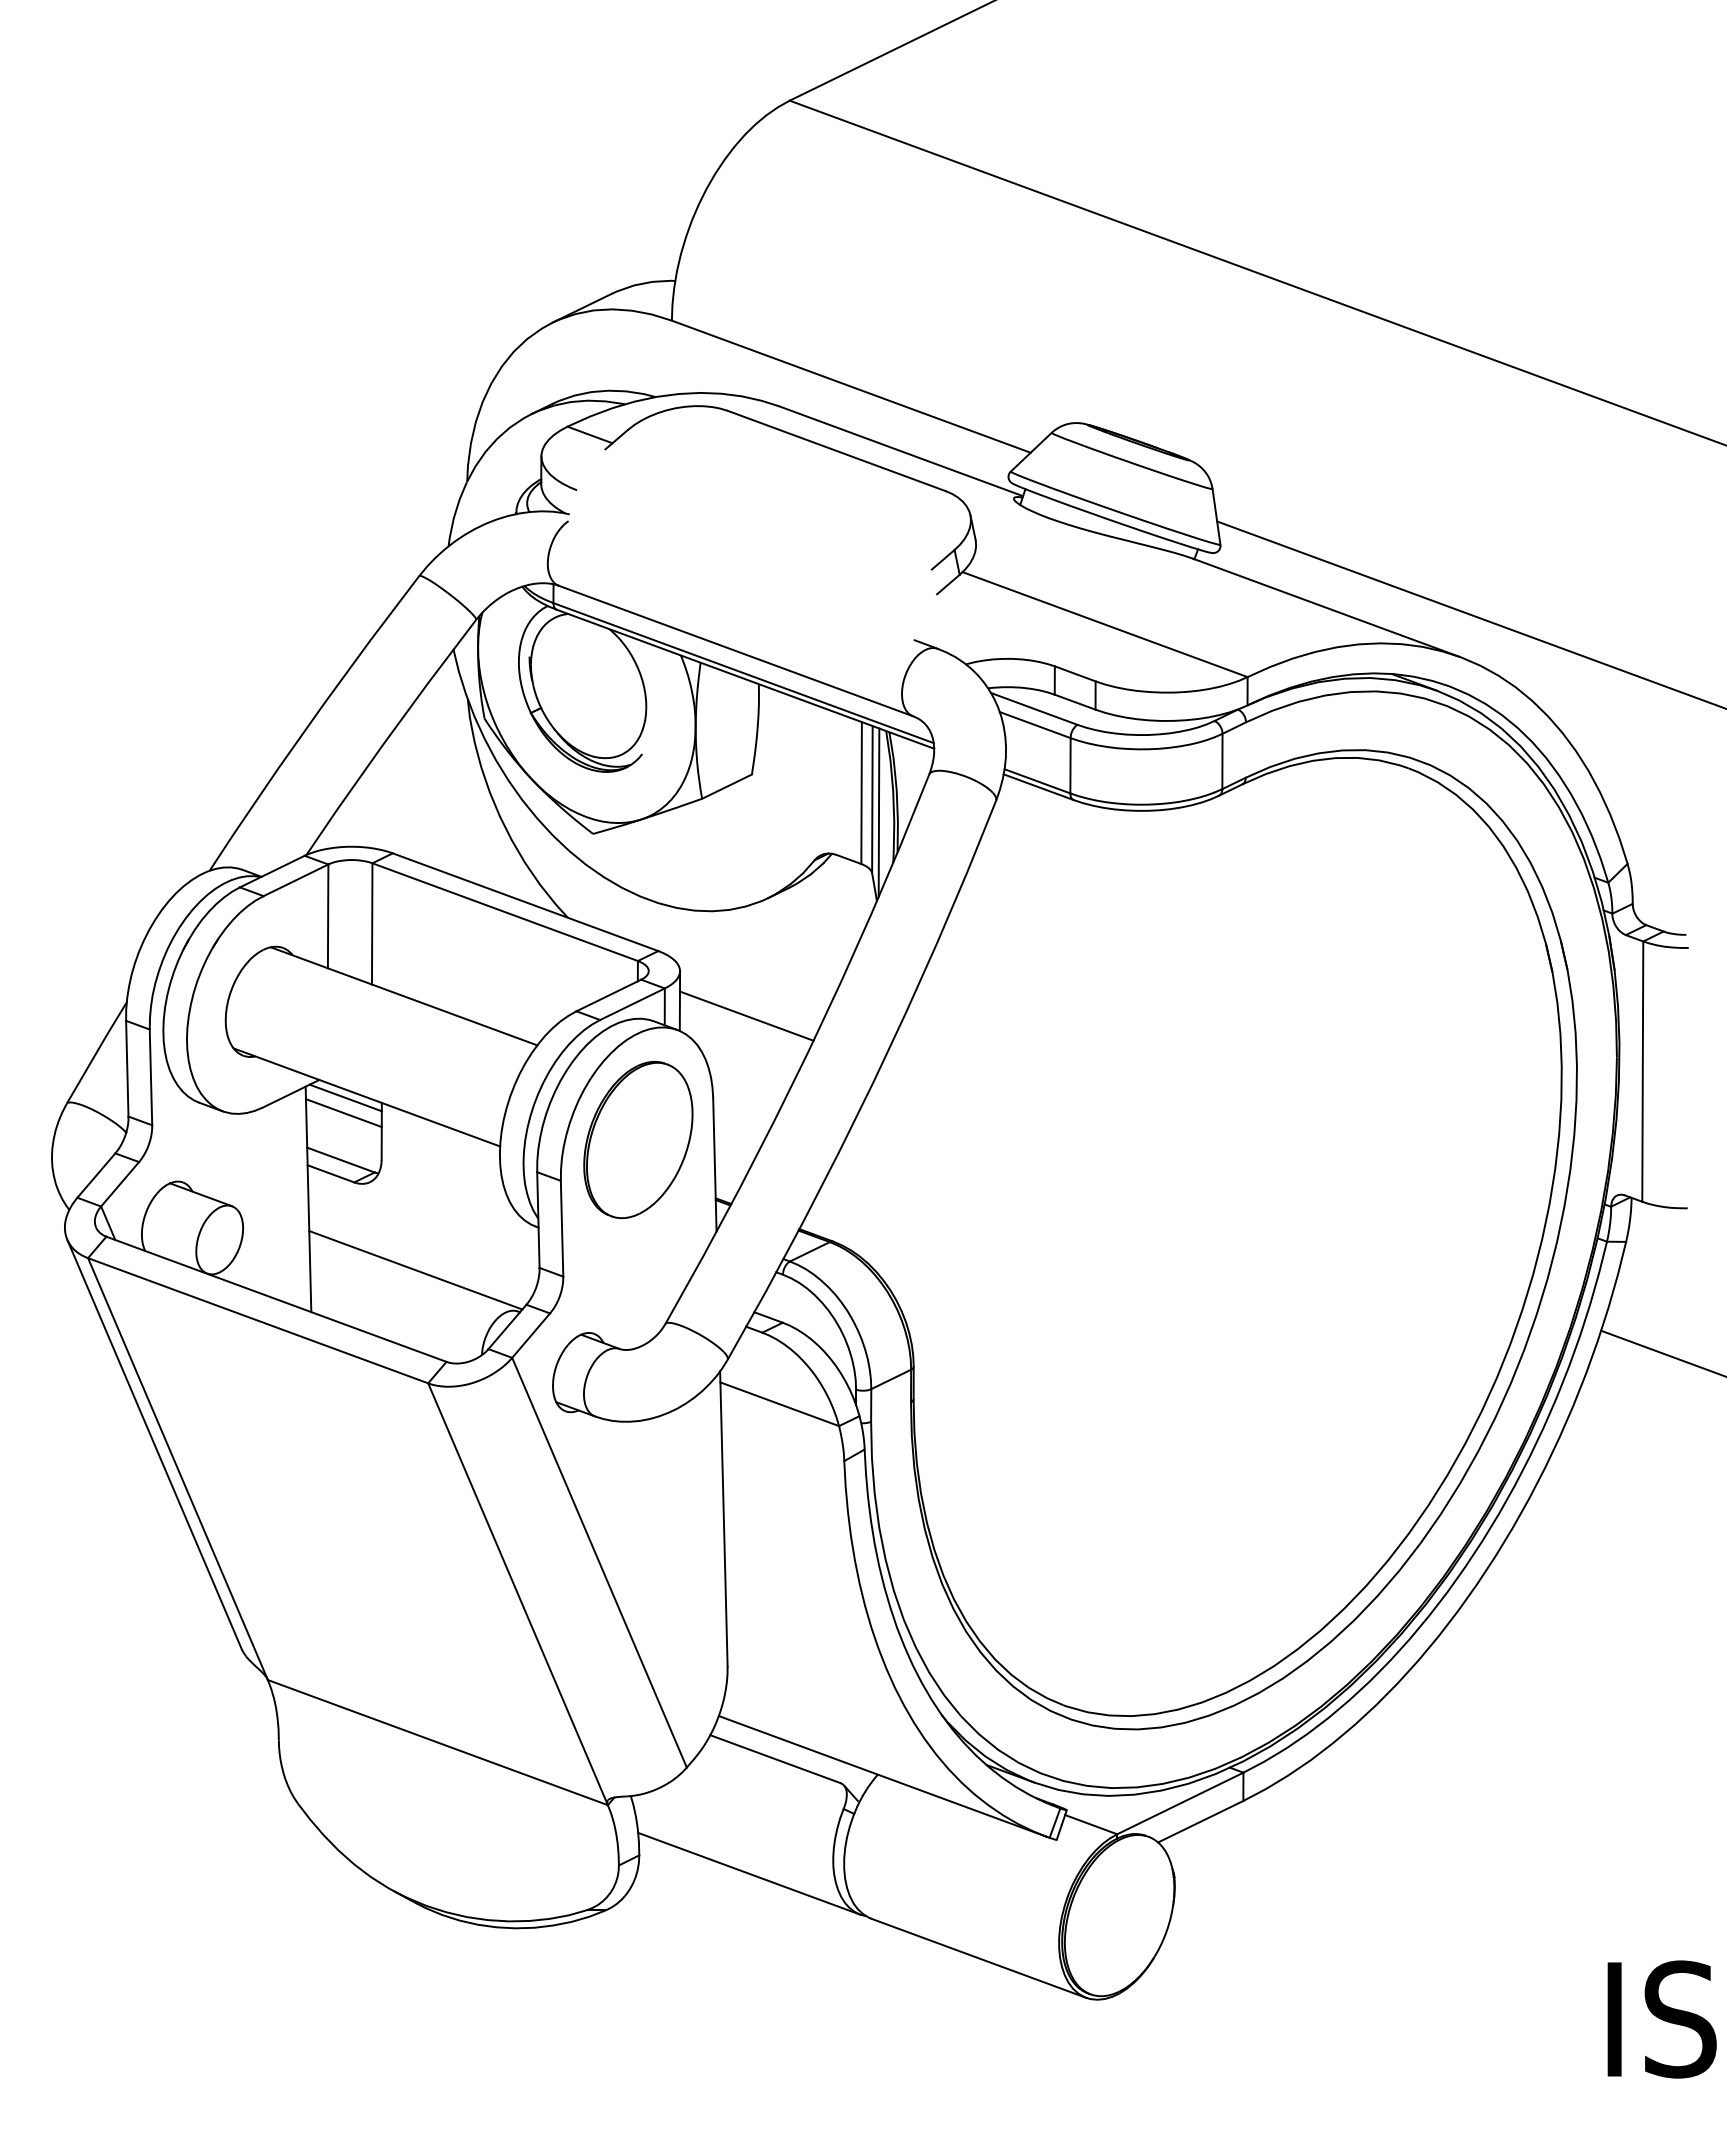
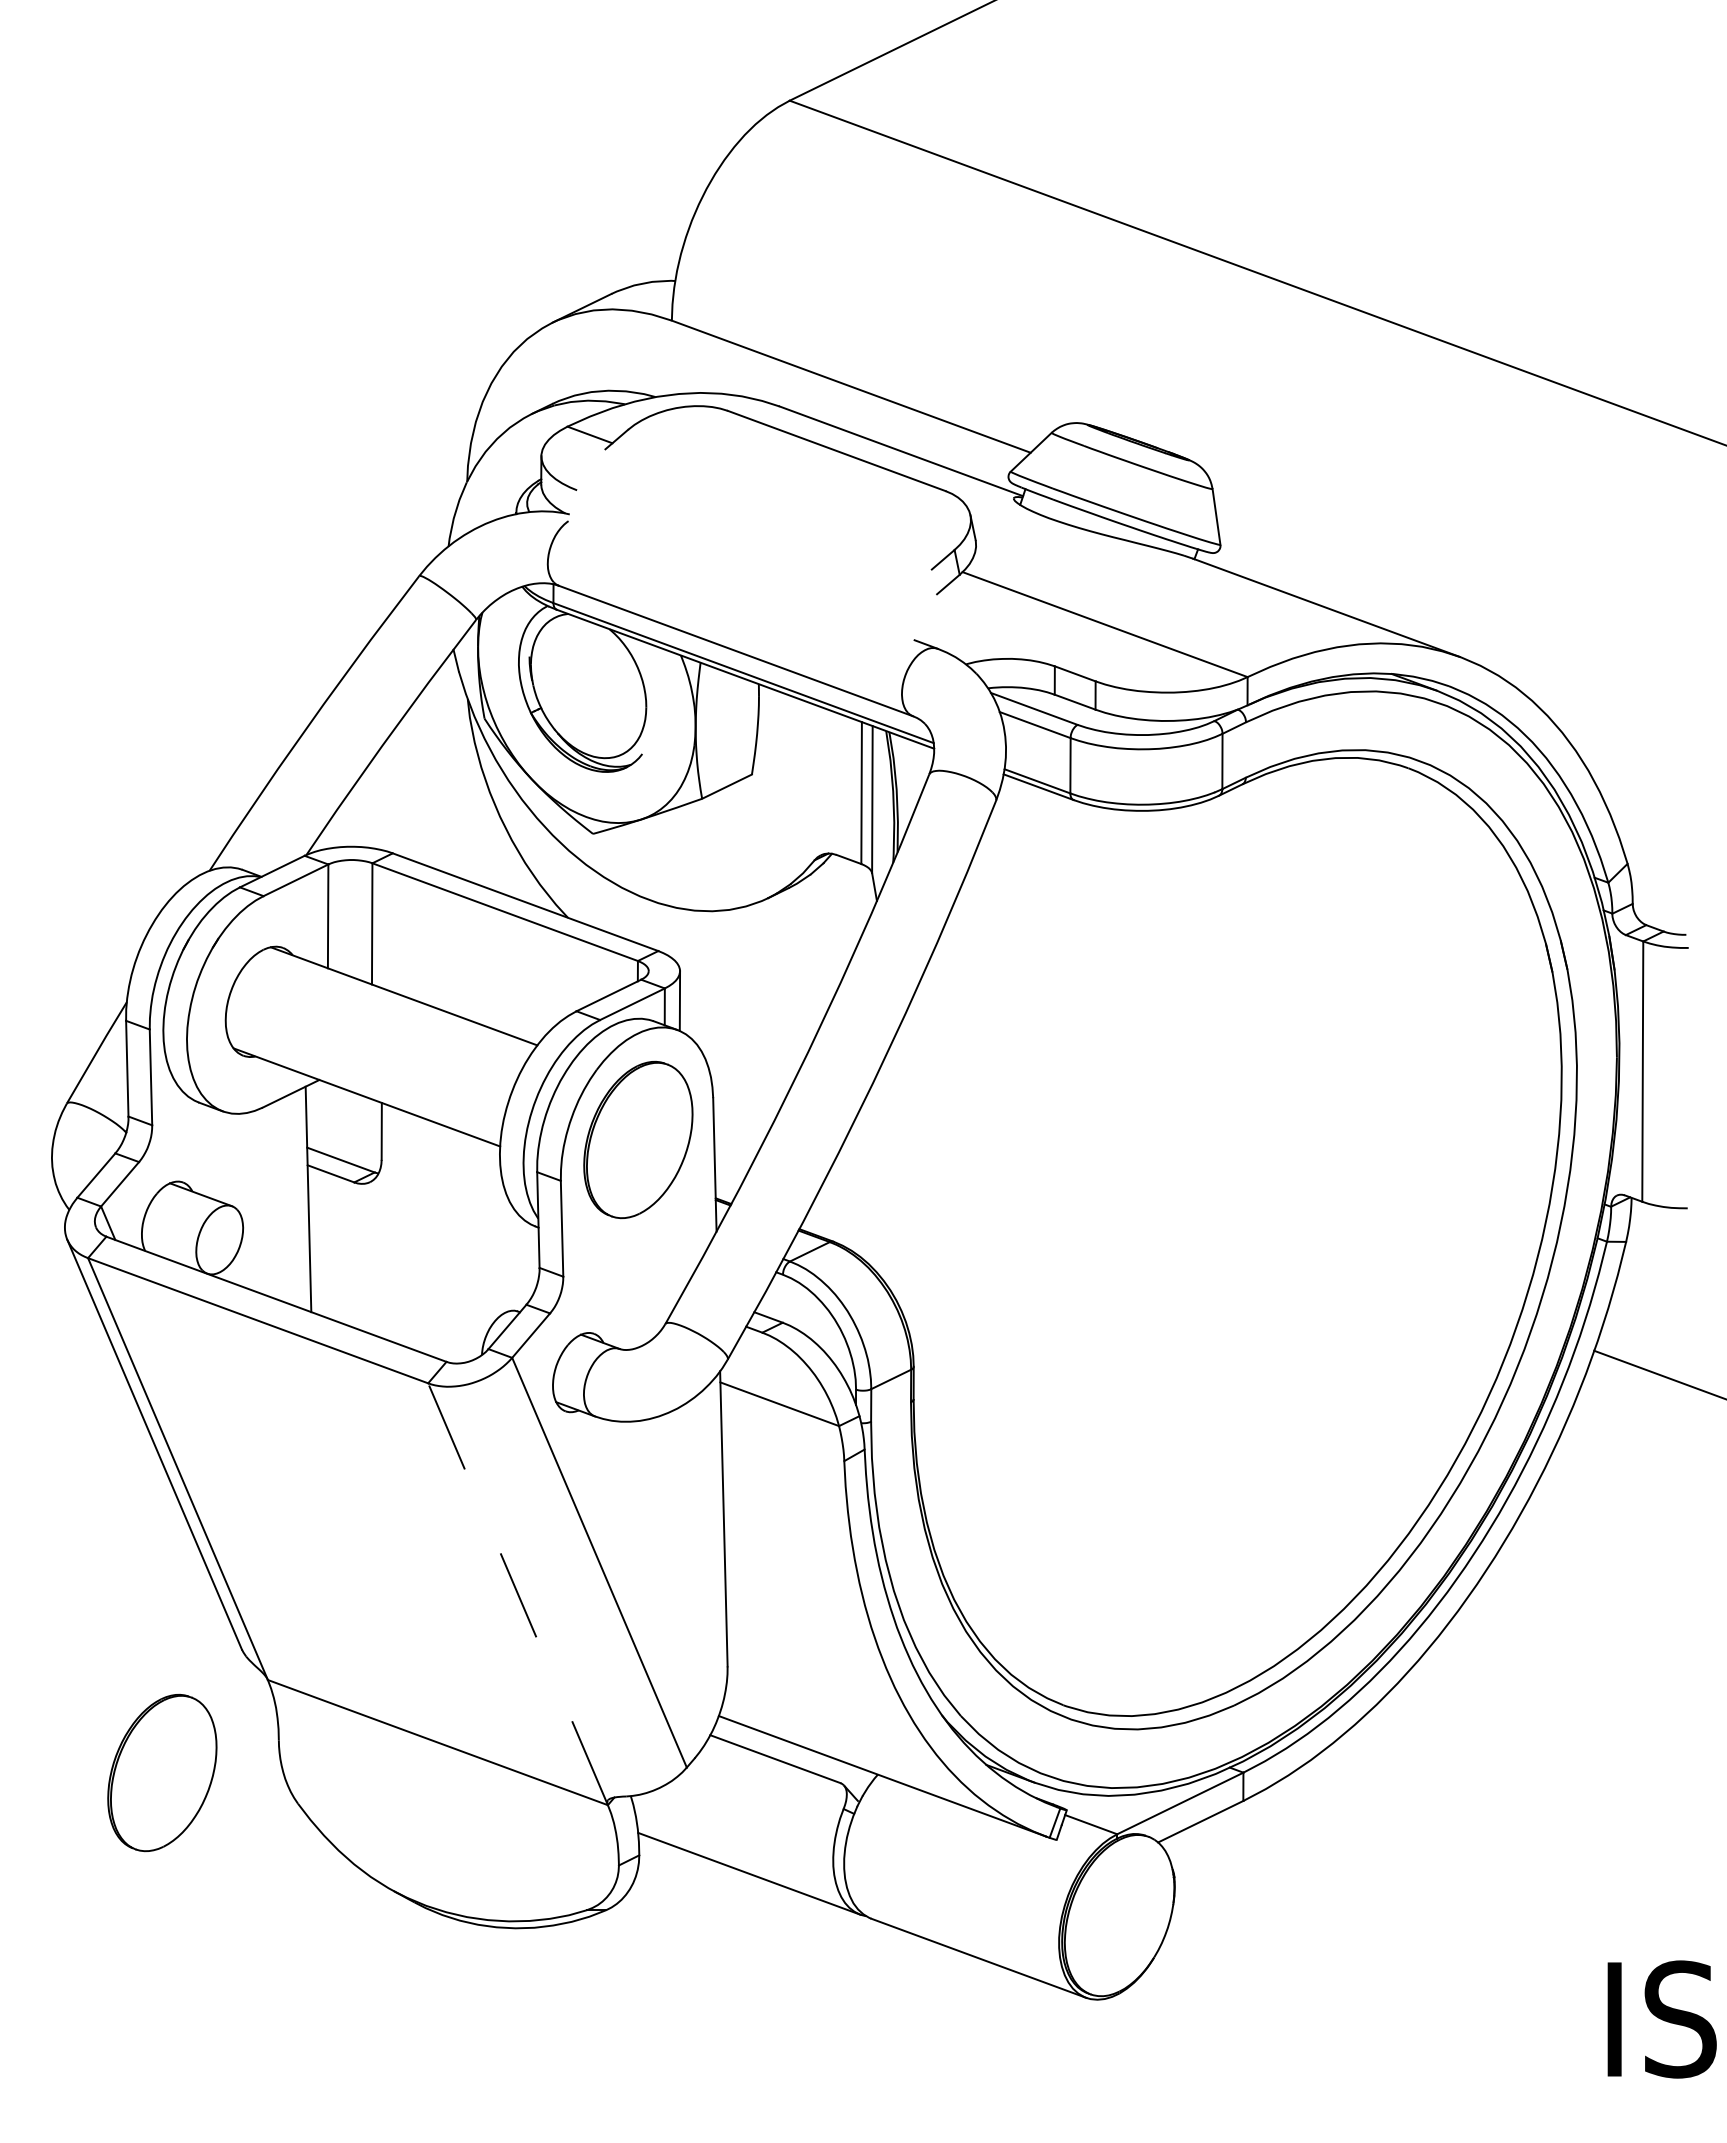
line at (1470, 614): present -> none
line at (878, 812): present -> none
line at (746, 1015): present -> none
line at (345, 1097): present -> none
line at (343, 1113): present -> none
line at (415, 1270): present -> none
line at (1662, 1352) position: (1662, 1352) -> (1658, 1374)
line at (517, 1593): solid -> dashed
part at (162, 1772): none -> present
